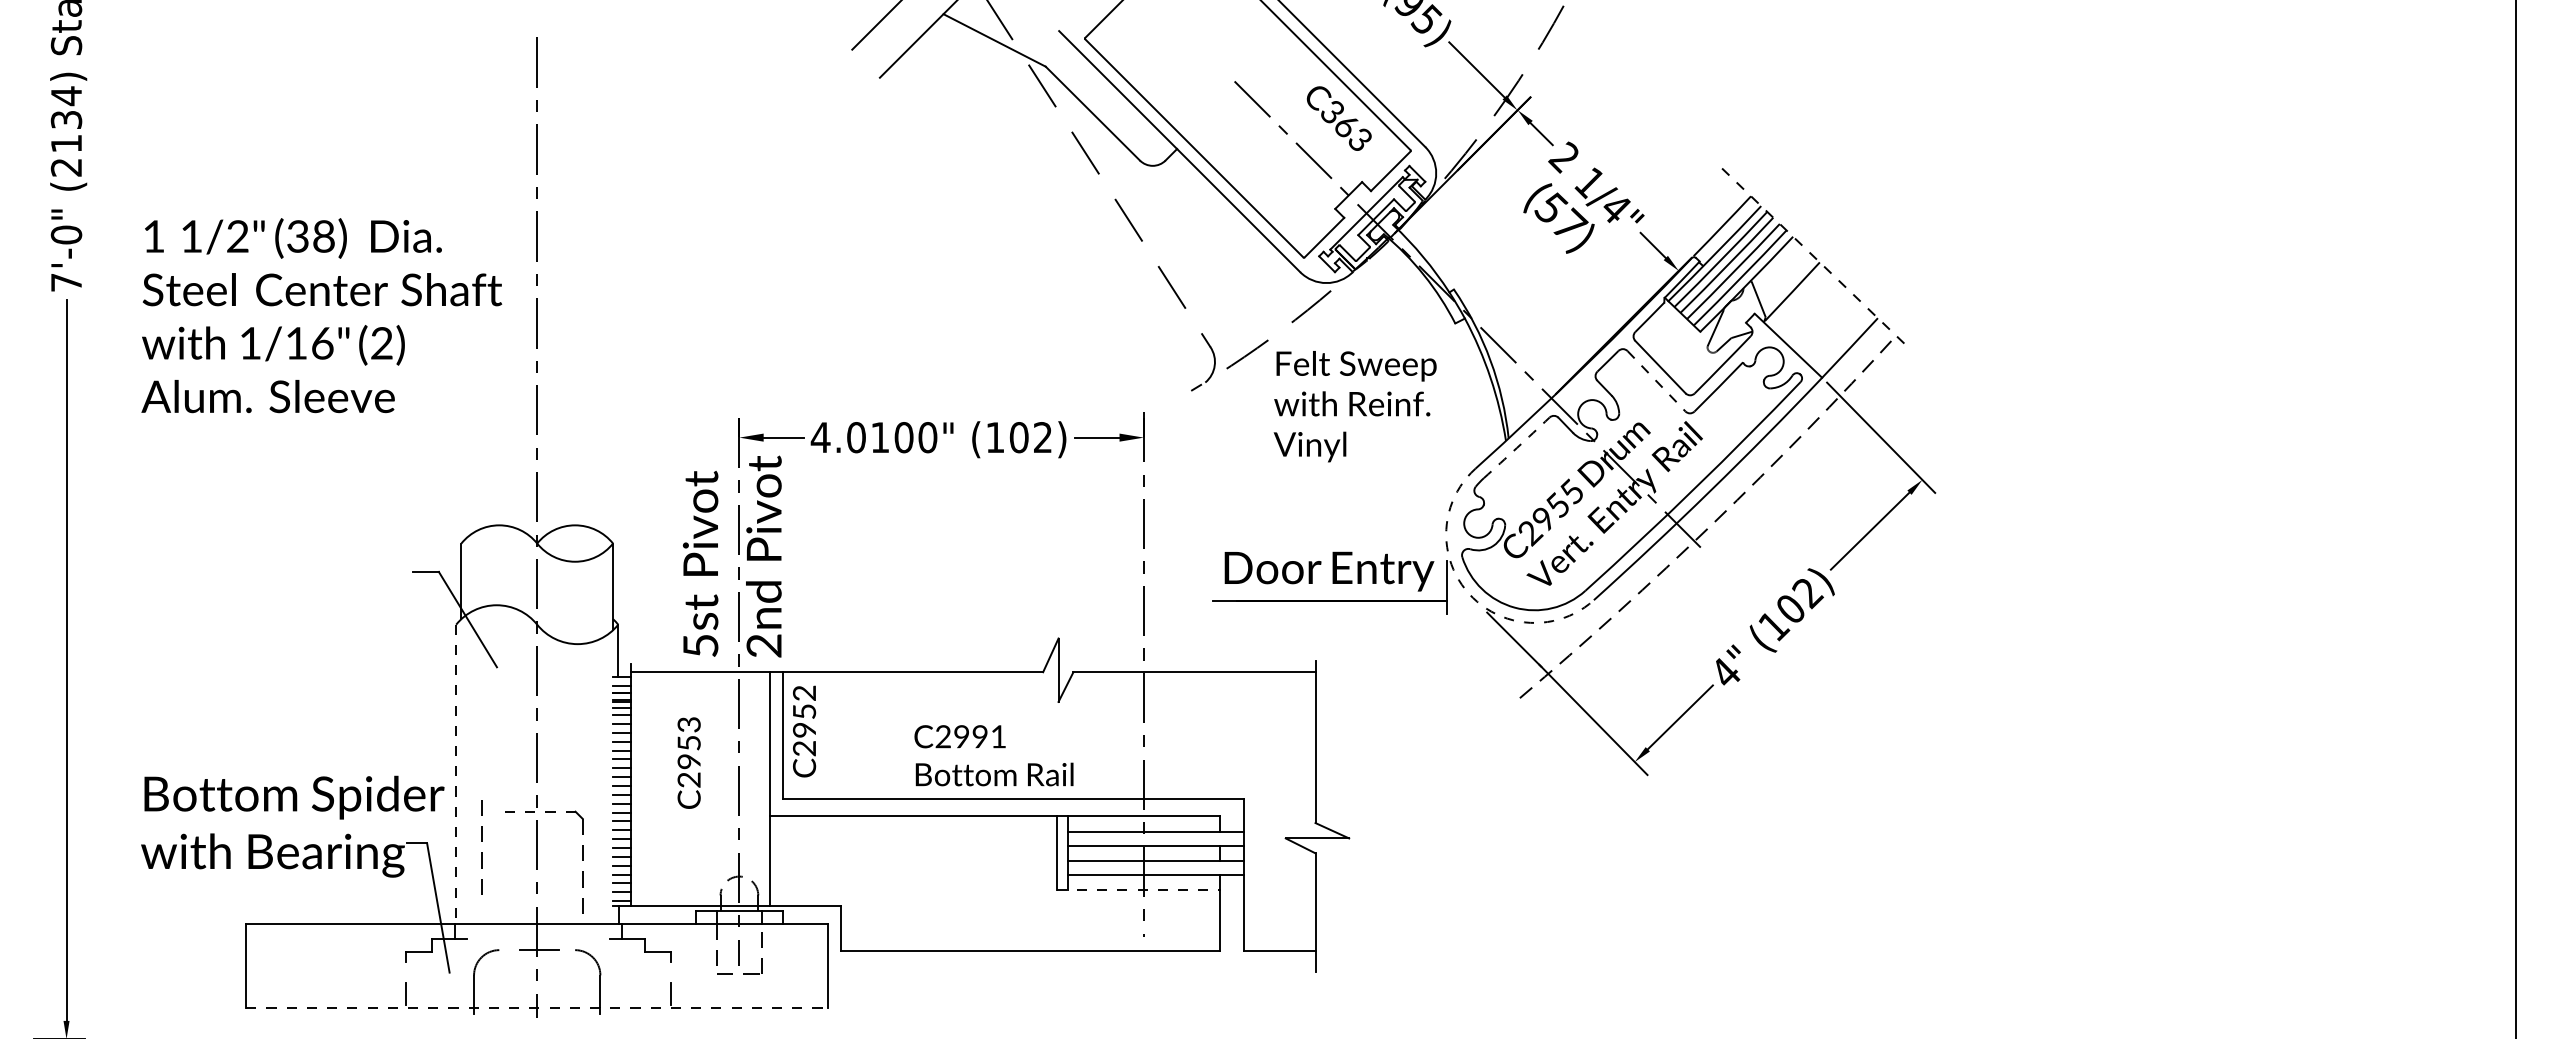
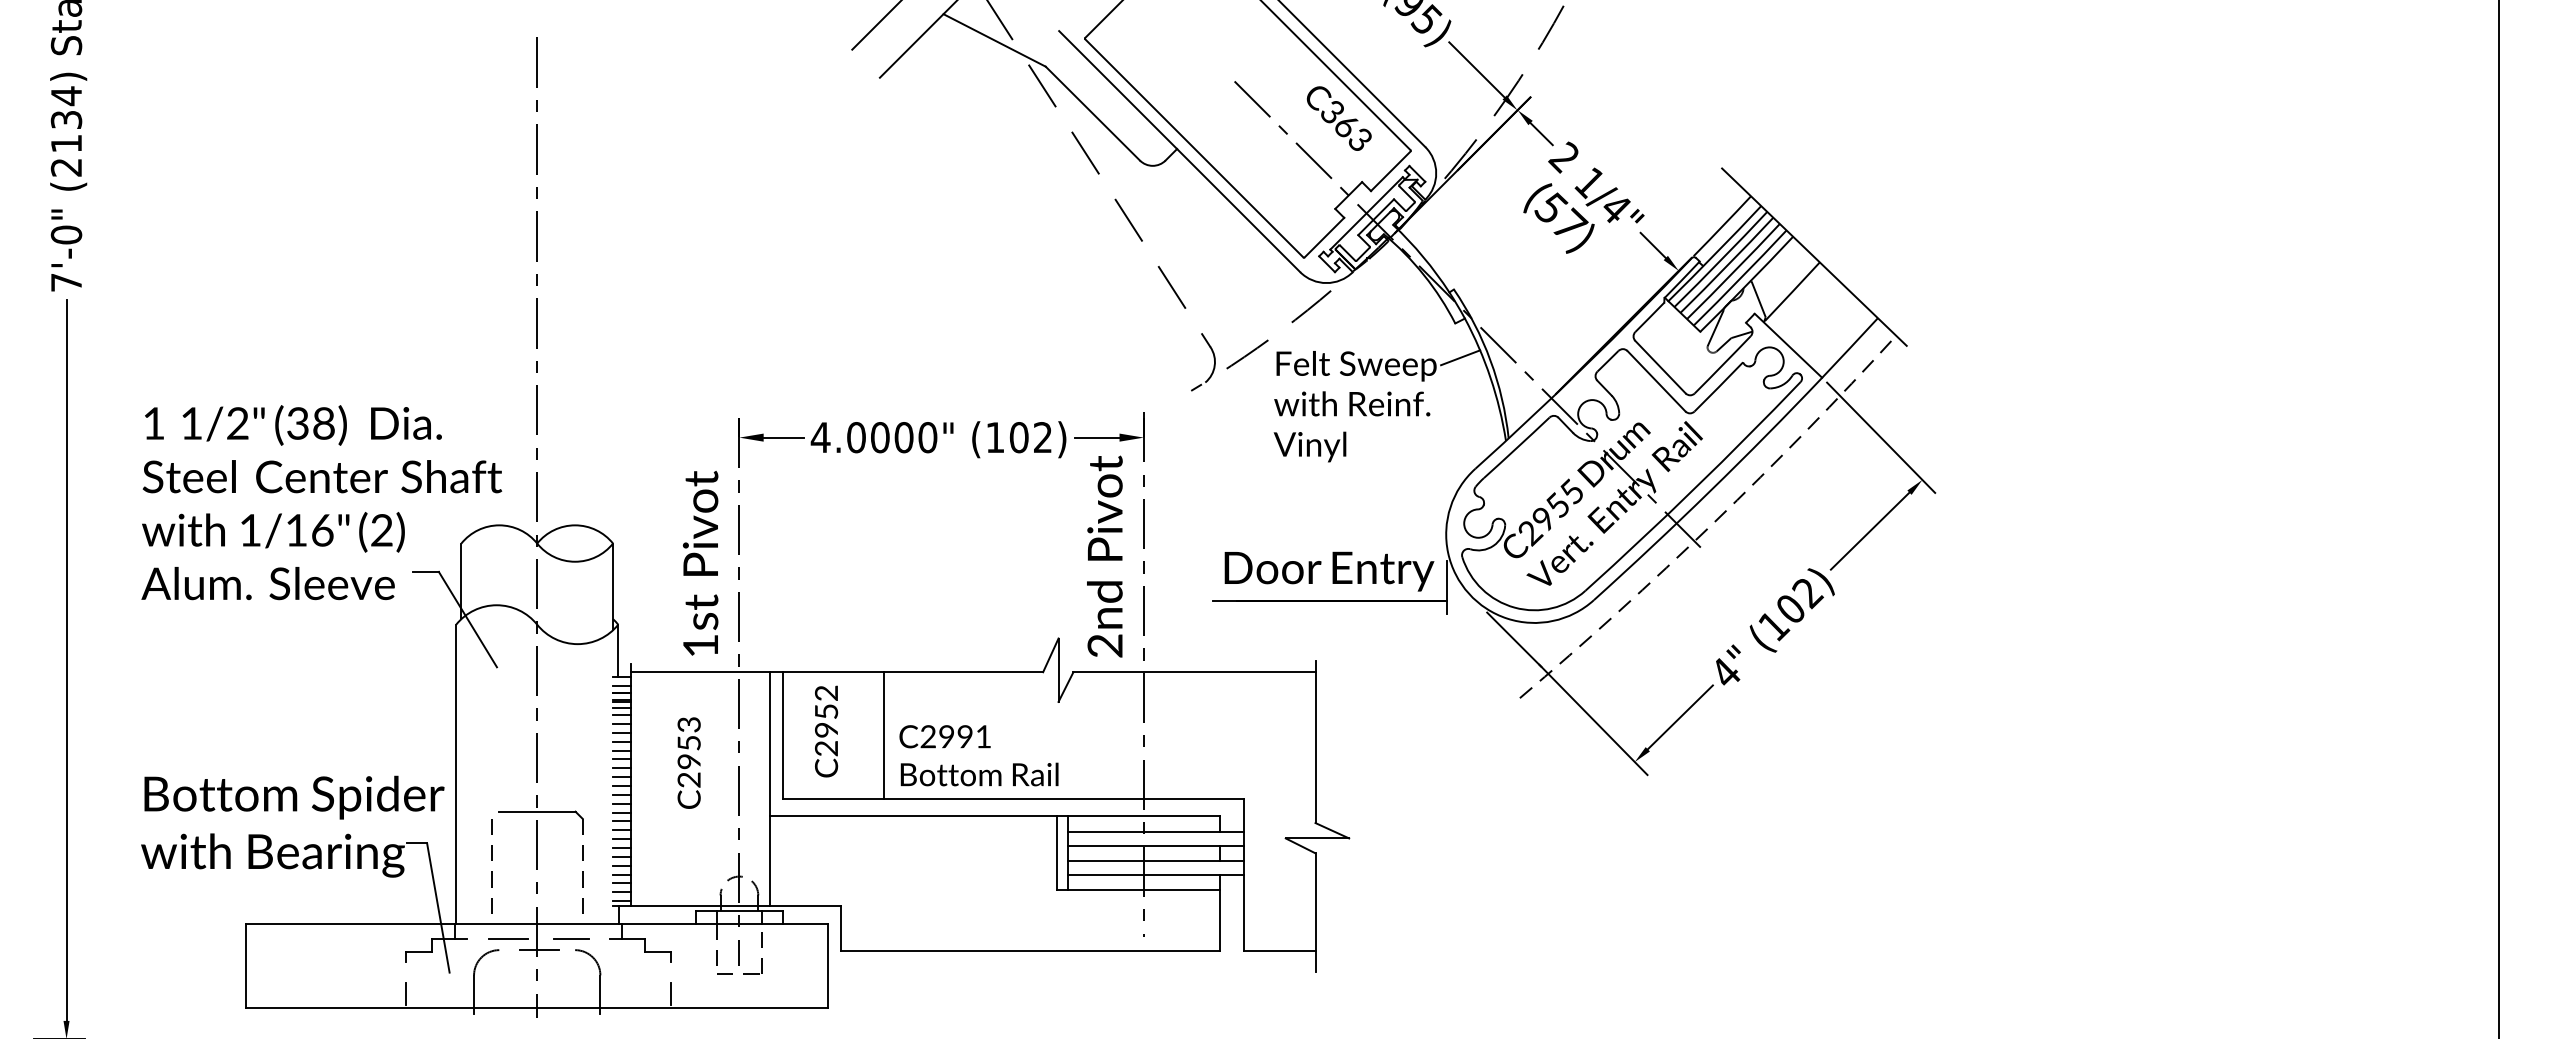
line at (1814, 257): dashed -> solid
text at (321, 315) position: (321, 315) -> (321, 502)
line at (1460, 357): none -> present
line at (1656, 381): dashed -> solid
text at (880, 437): 4.0100" -> 4.0000"
arc at (1516, 448): dashed -> solid
line at (2515, 518) position: (2515, 518) -> (2498, 518)
text at (763, 556) position: (763, 556) -> (1104, 556)
arc at (1468, 593): dashed -> solid
text at (700, 645): 5st -> 1st
text at (804, 731) position: (804, 731) -> (826, 731)
line at (884, 735): none -> present
text at (993, 755) position: (993, 755) -> (978, 755)
line at (456, 774): dashed -> solid
line at (537, 811): dashed -> solid
line at (481, 852) position: (481, 852) -> (491, 871)
line at (1138, 889): dashed -> solid
line at (507, 938): none -> present
line at (571, 938): none -> present
line at (537, 1007): dashed -> solid
